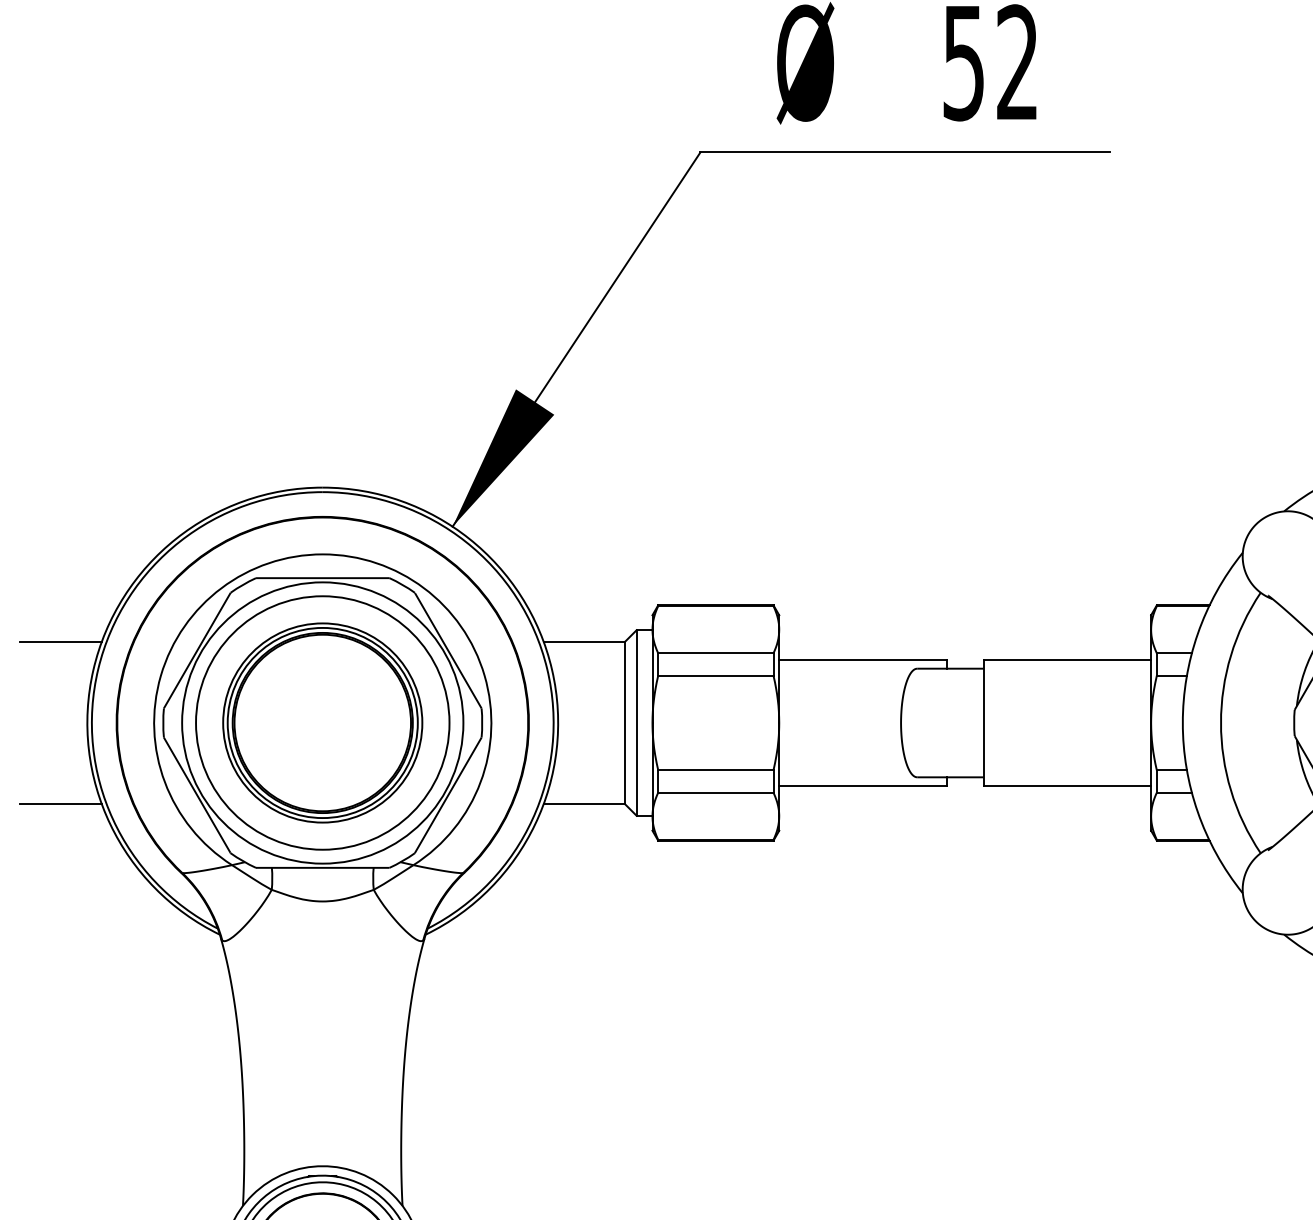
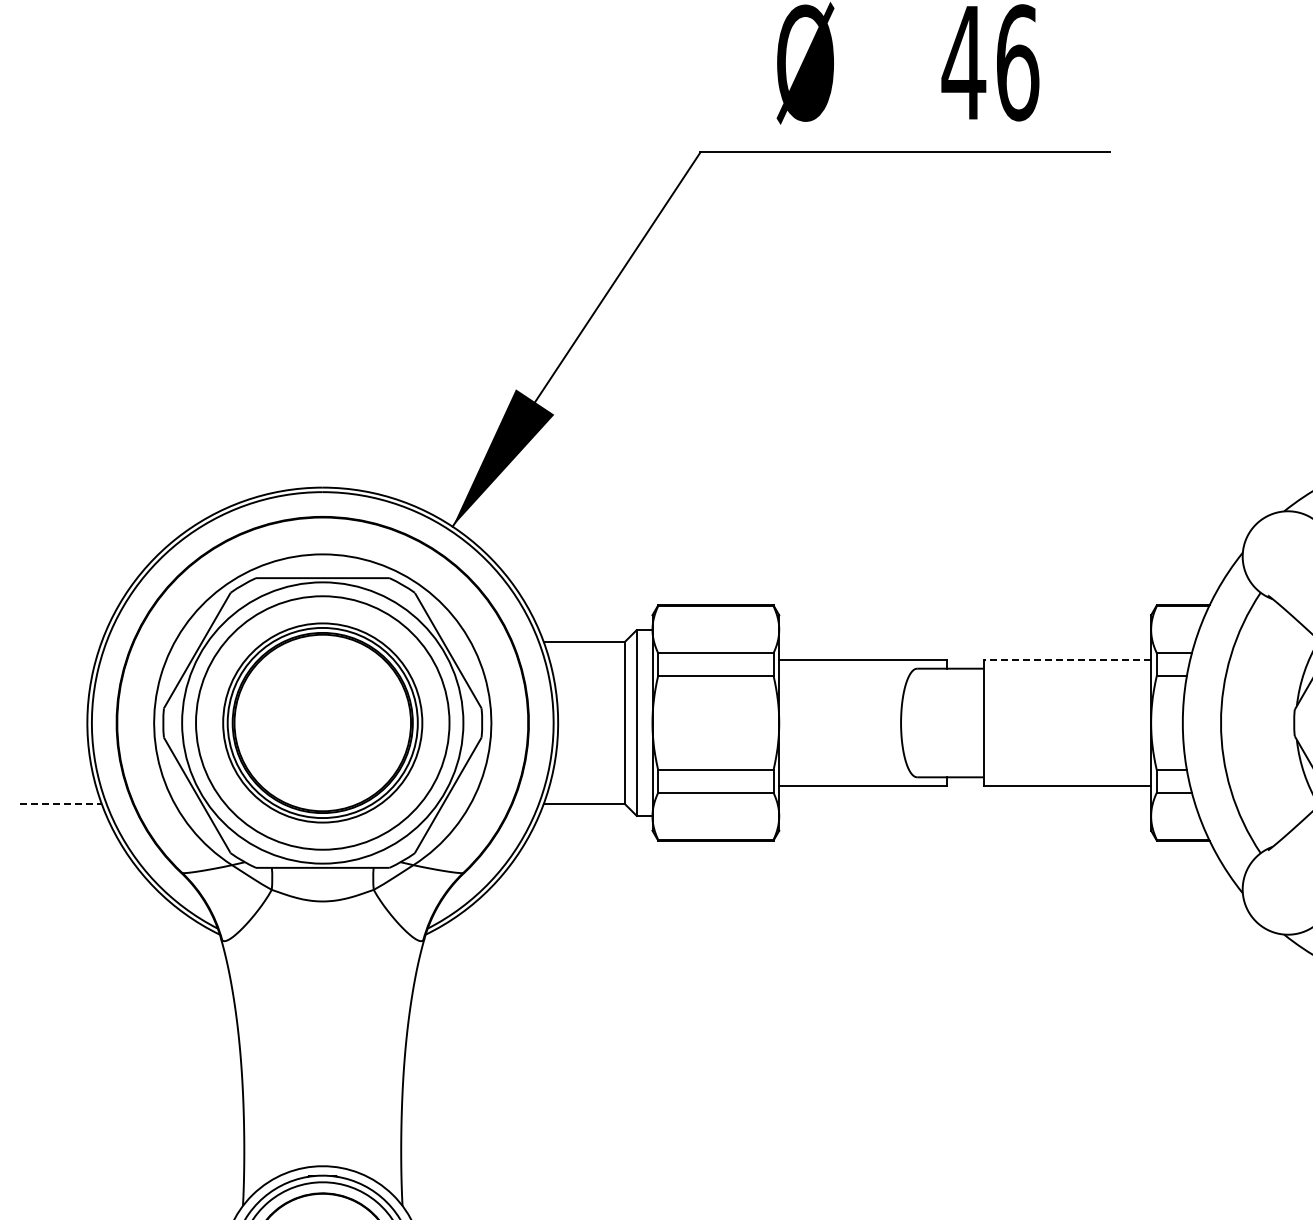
text at (990, 62): 52 -> 46
line at (60, 641): present -> none
line at (1067, 659): solid -> dashed
line at (61, 804): solid -> dashed
